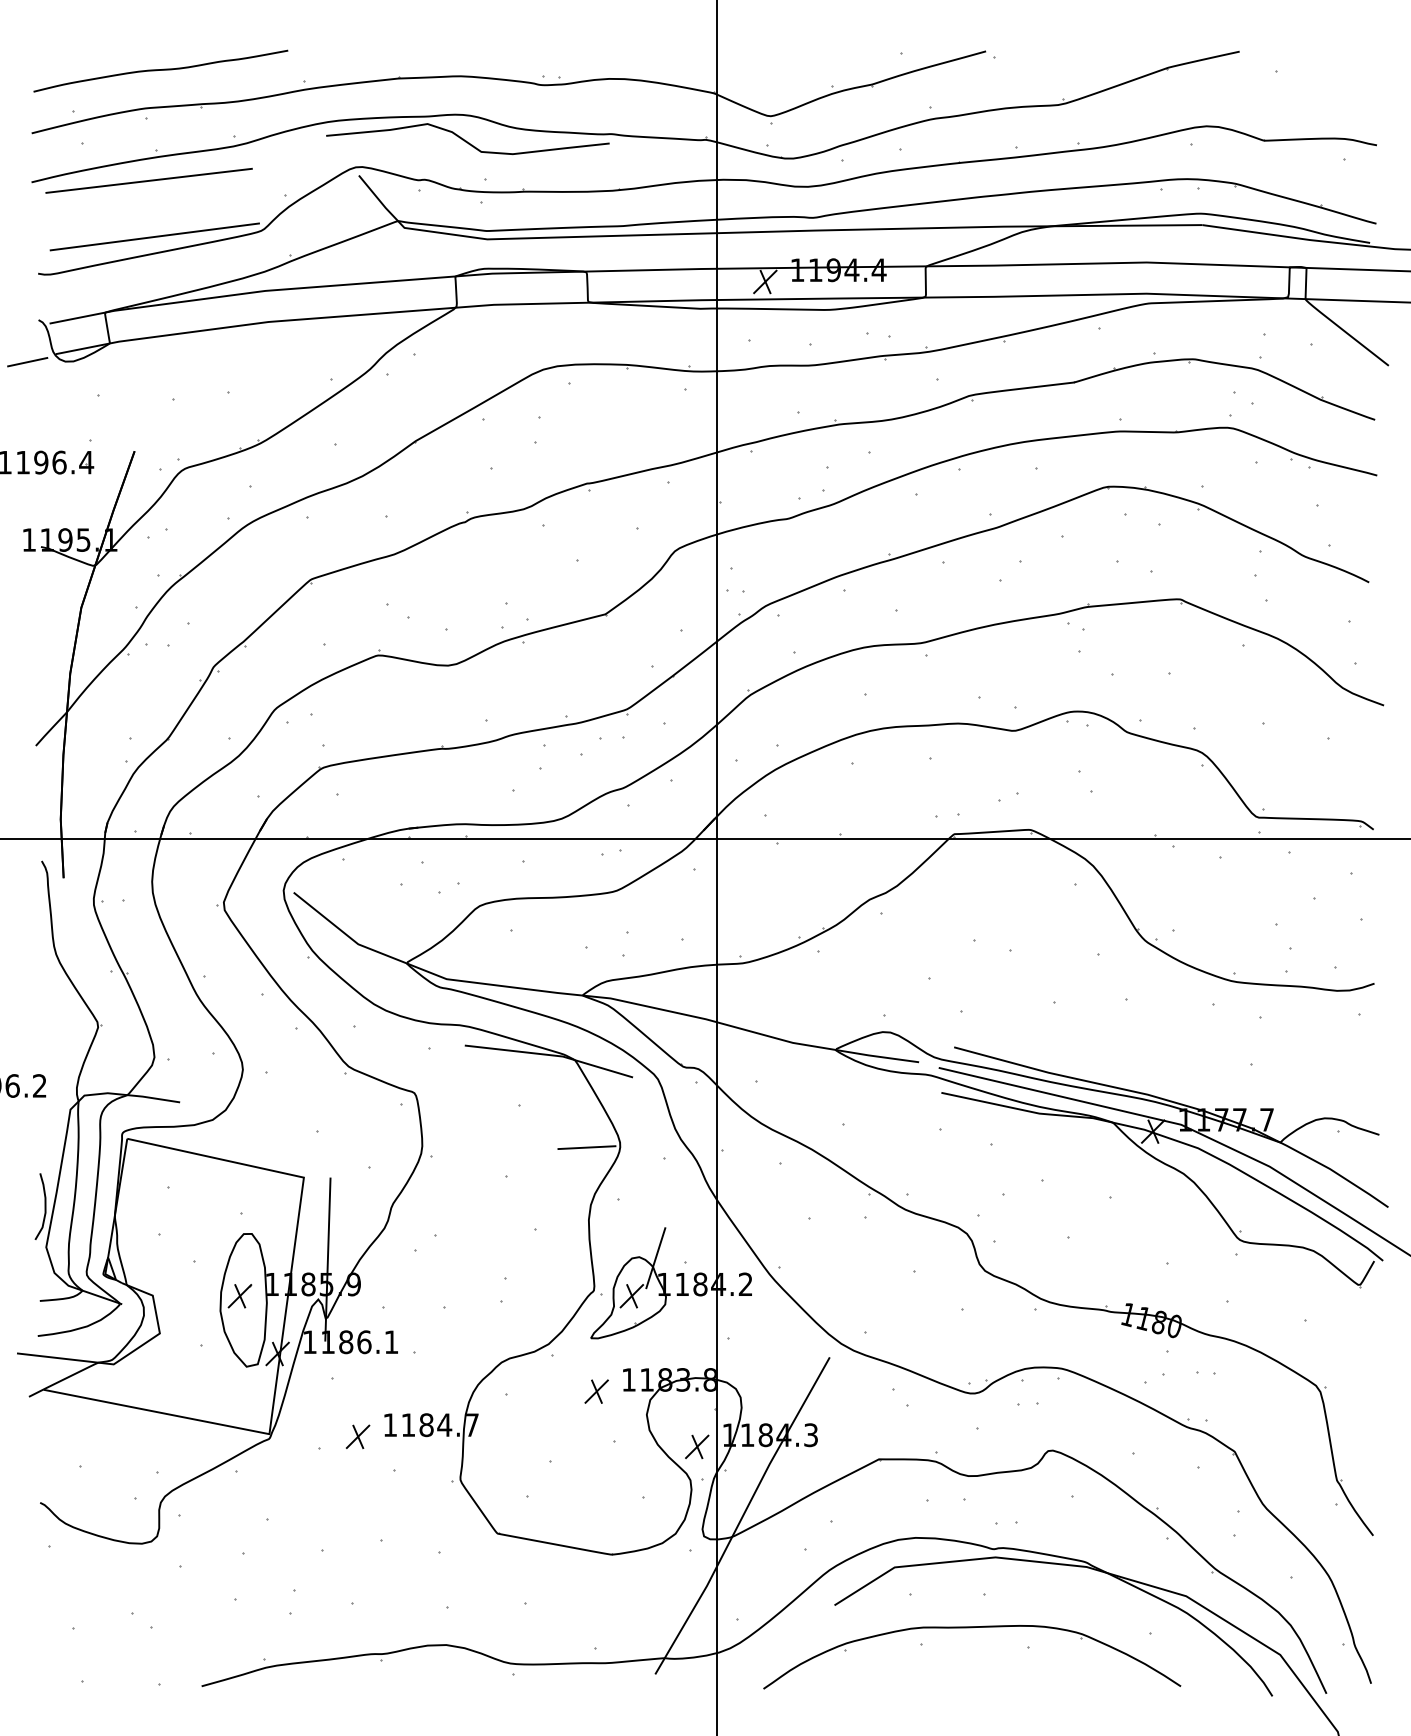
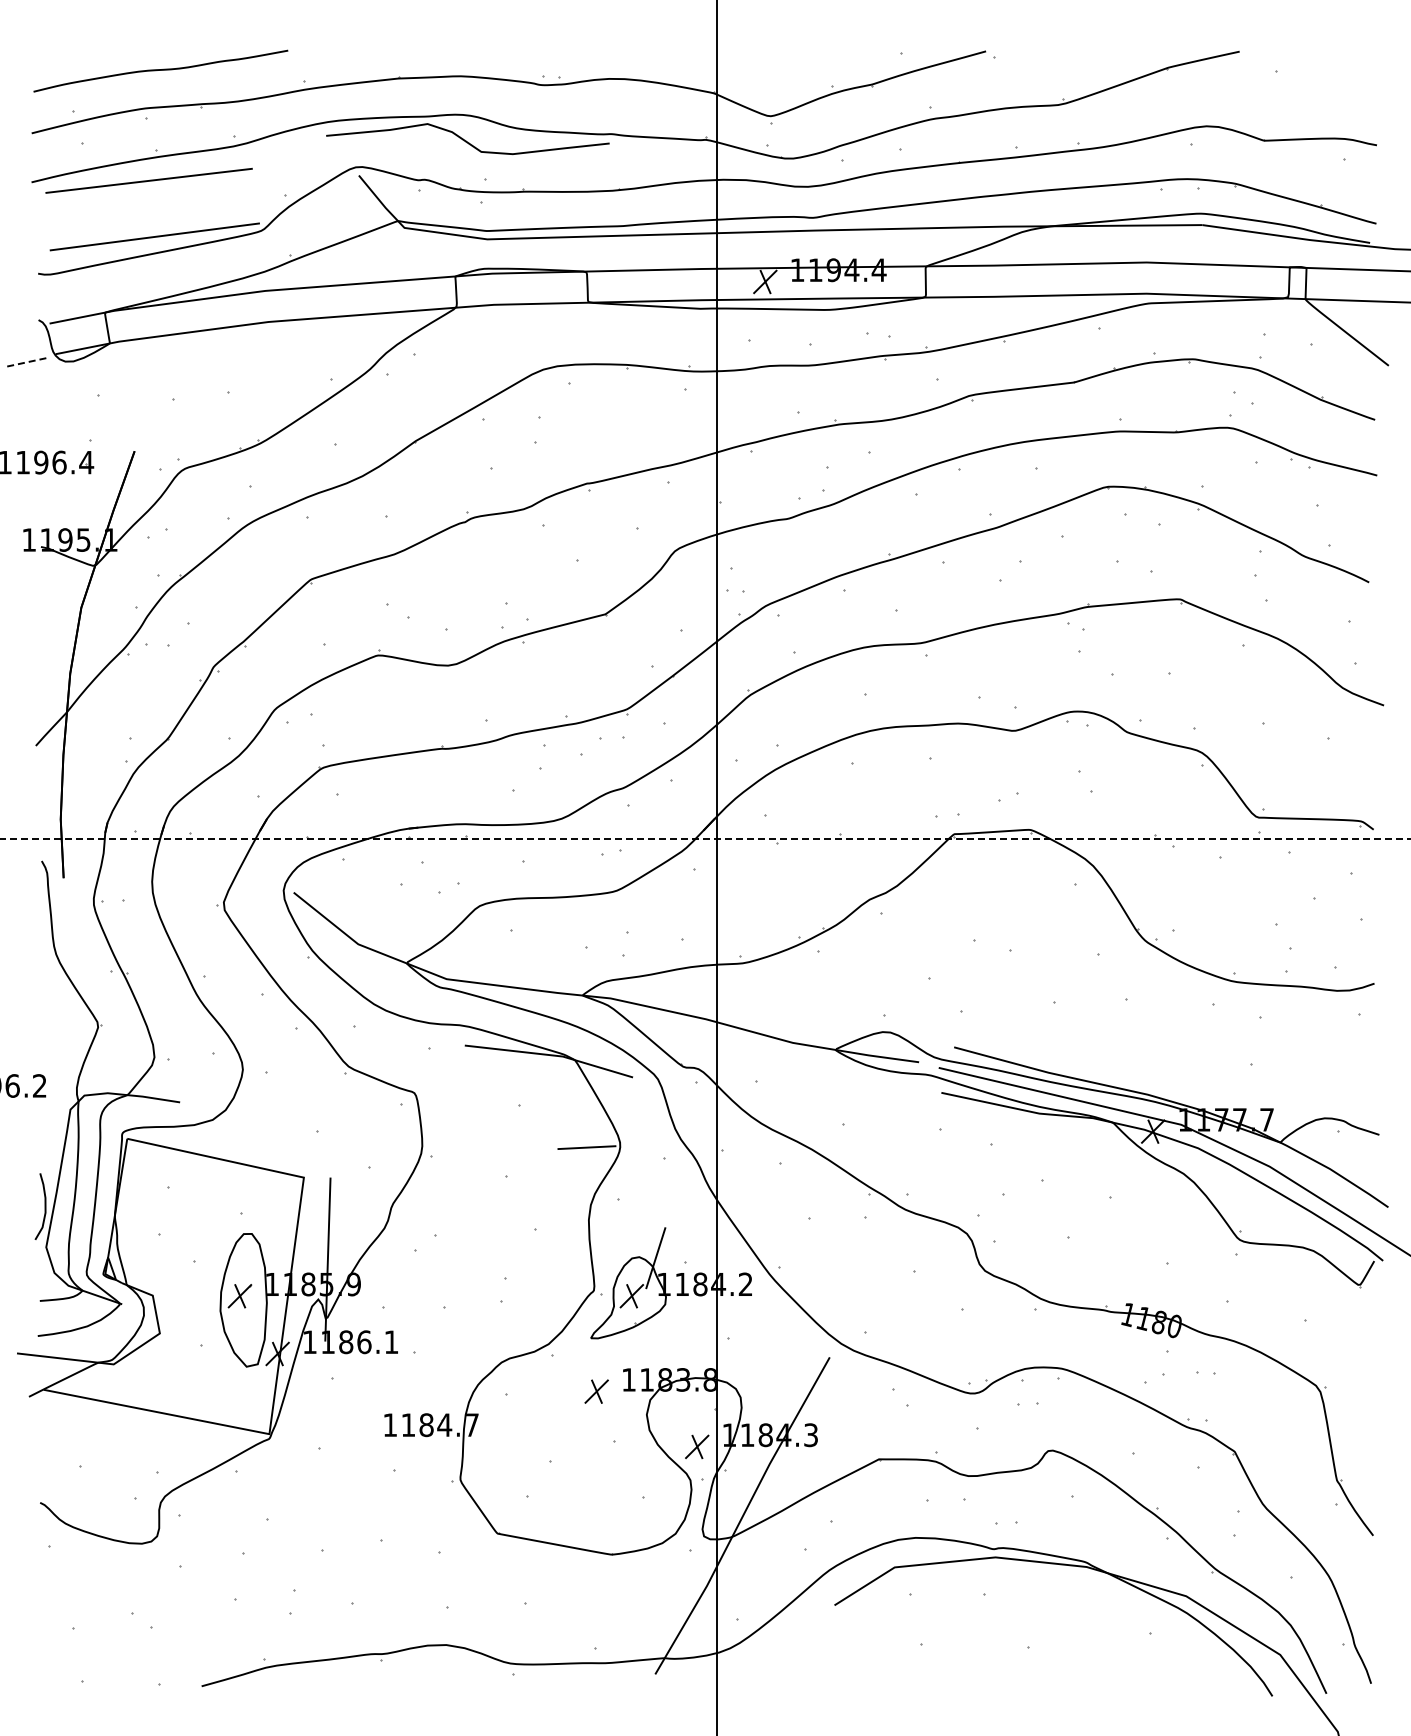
line at (27, 362): solid -> dashed
line at (706, 839): solid -> dashed
part at (358, 1436): present -> none
part at (972, 1628): present -> none
